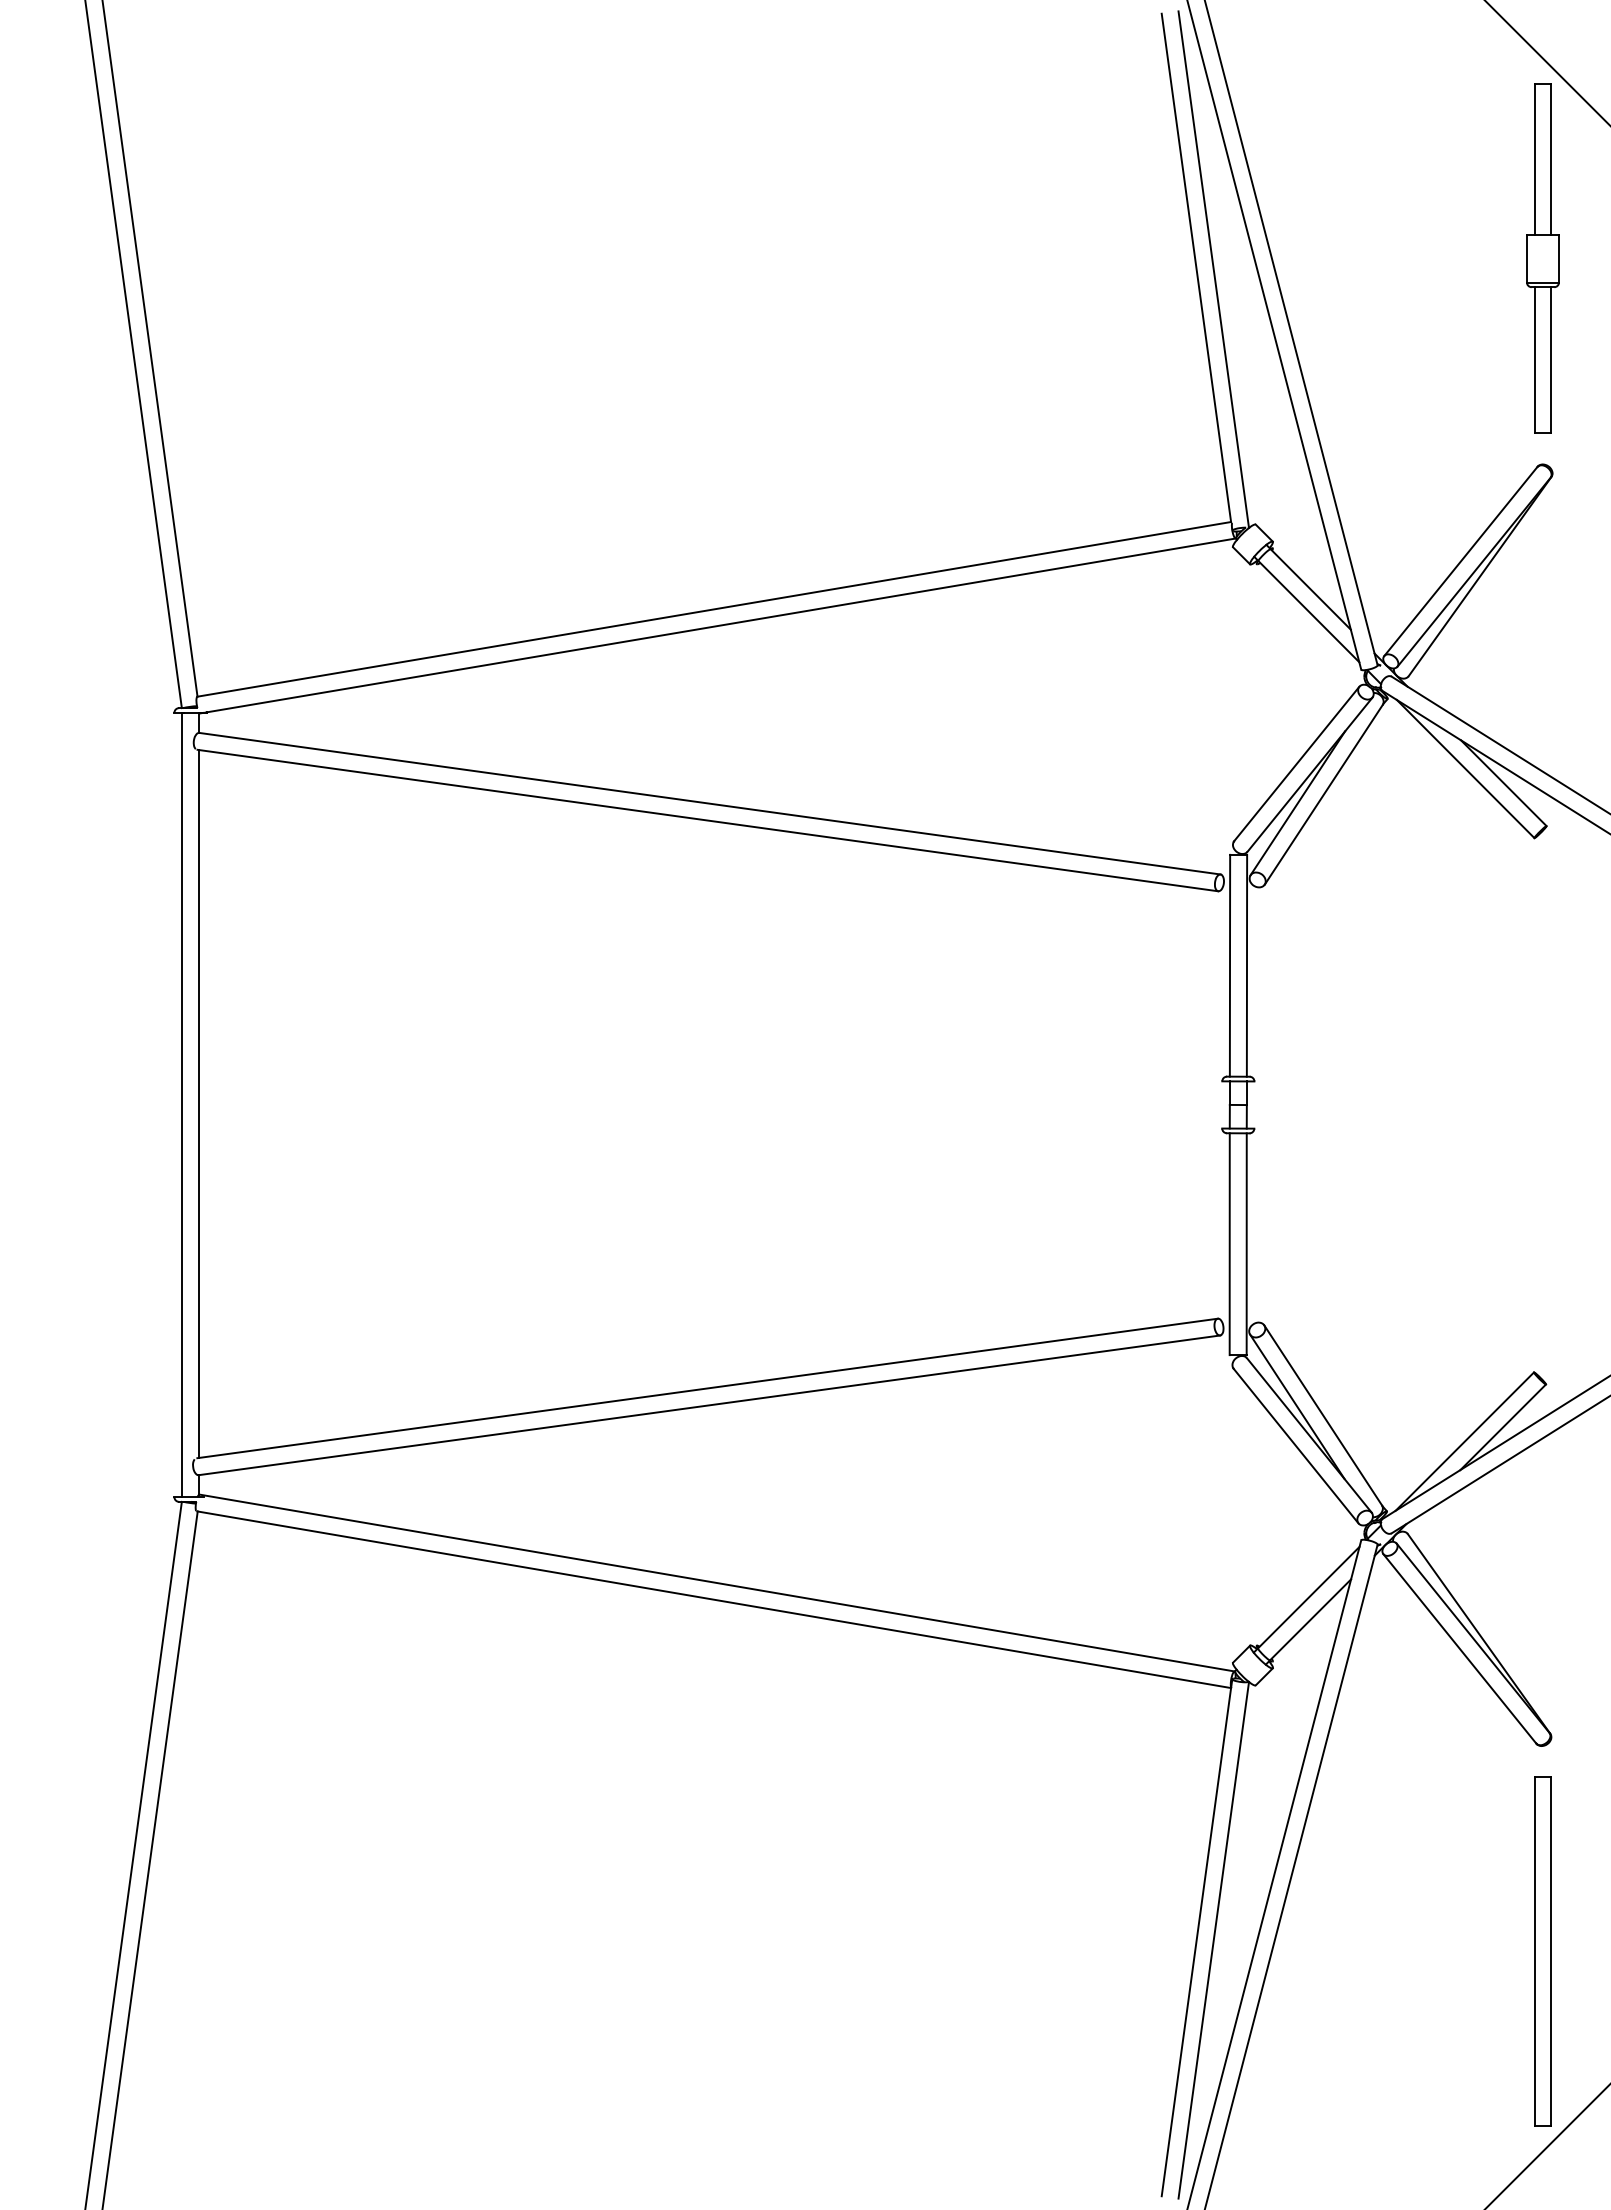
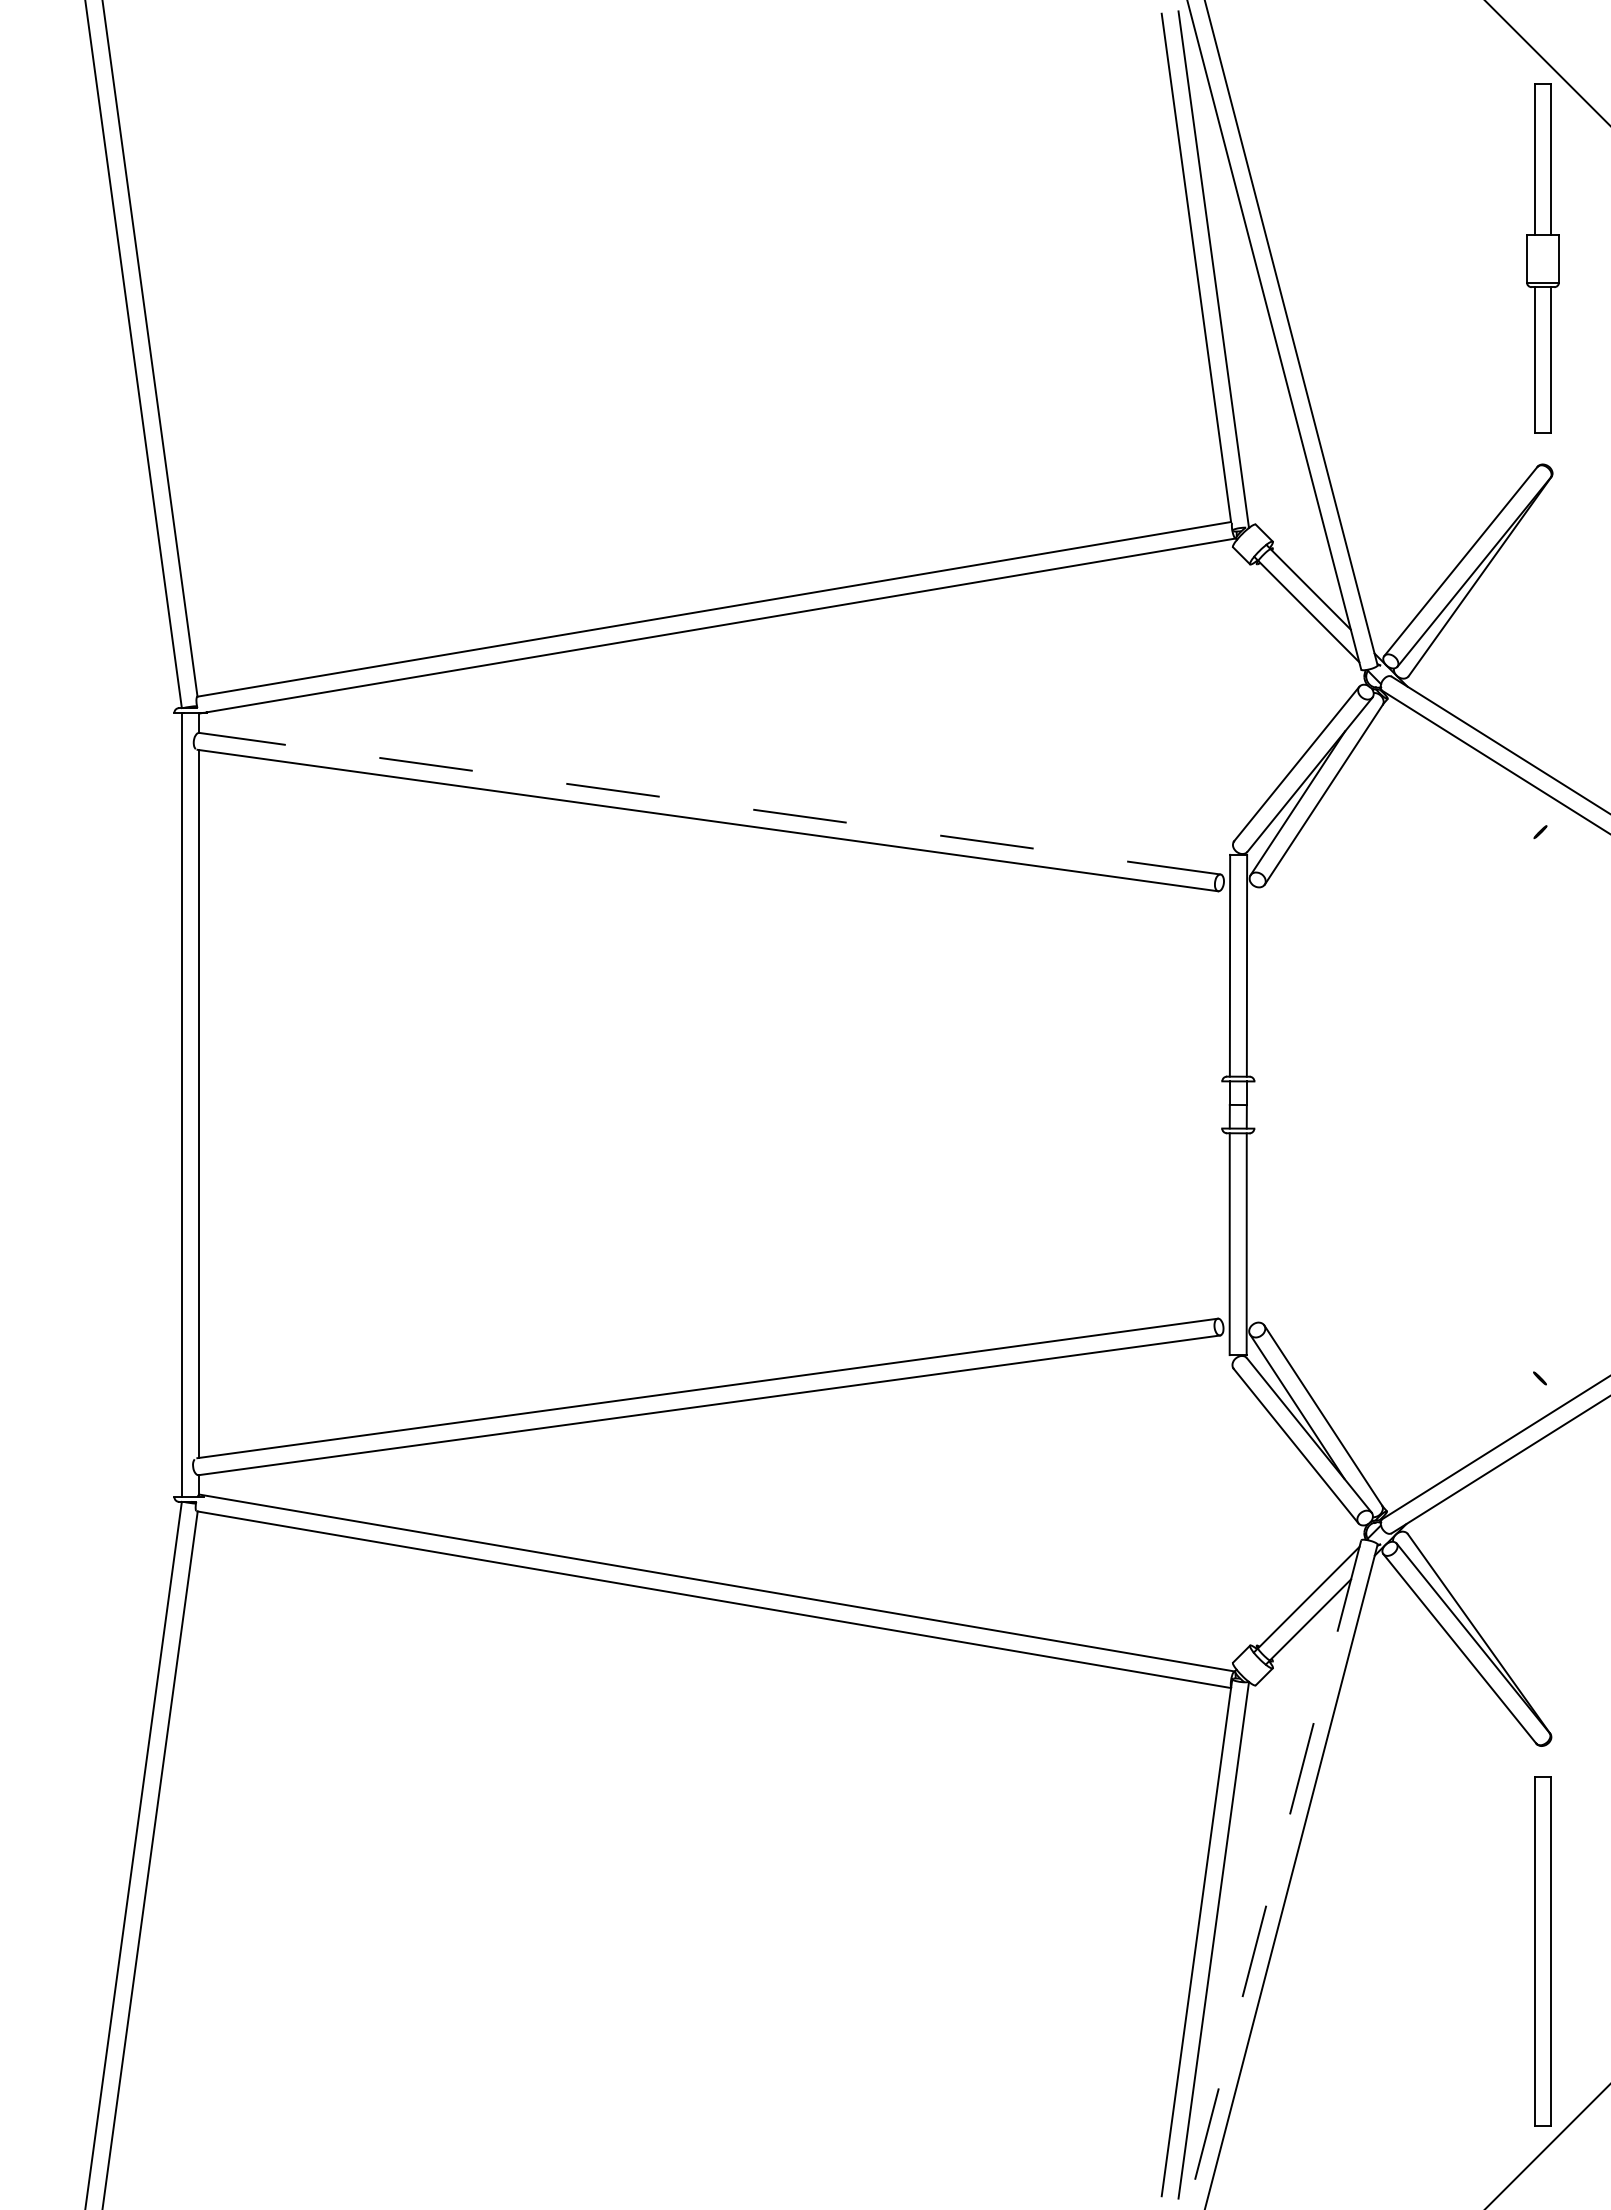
line at (1465, 768): present -> none
line at (1503, 783): present -> none
line at (709, 803): solid -> dashed
line at (1503, 1427): present -> none
line at (1464, 1441): present -> none
line at (1274, 1874): solid -> dashed
